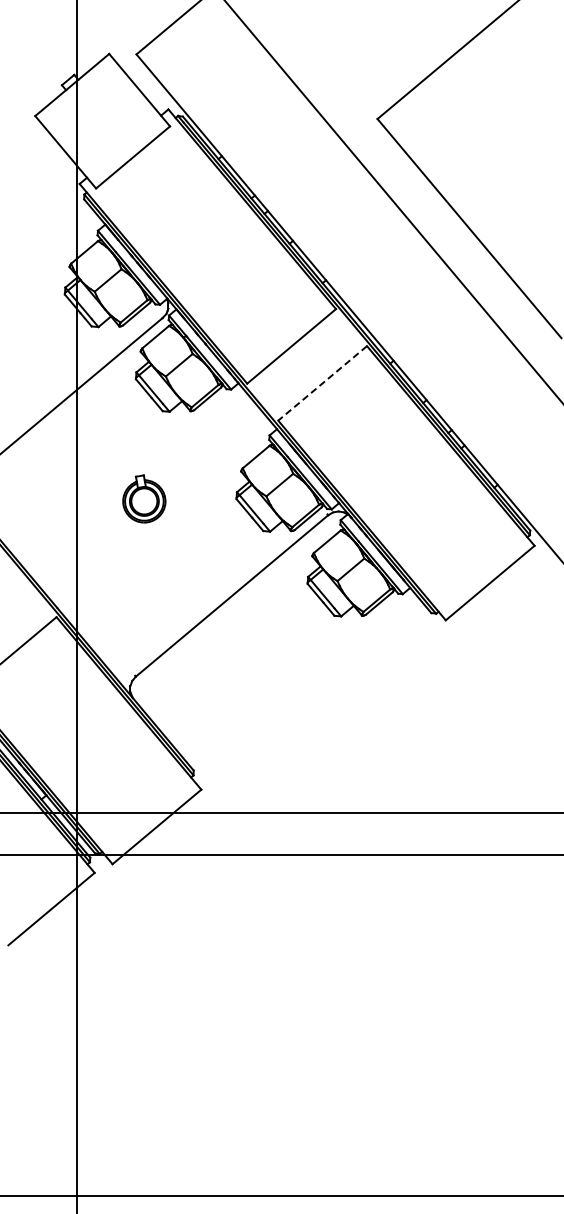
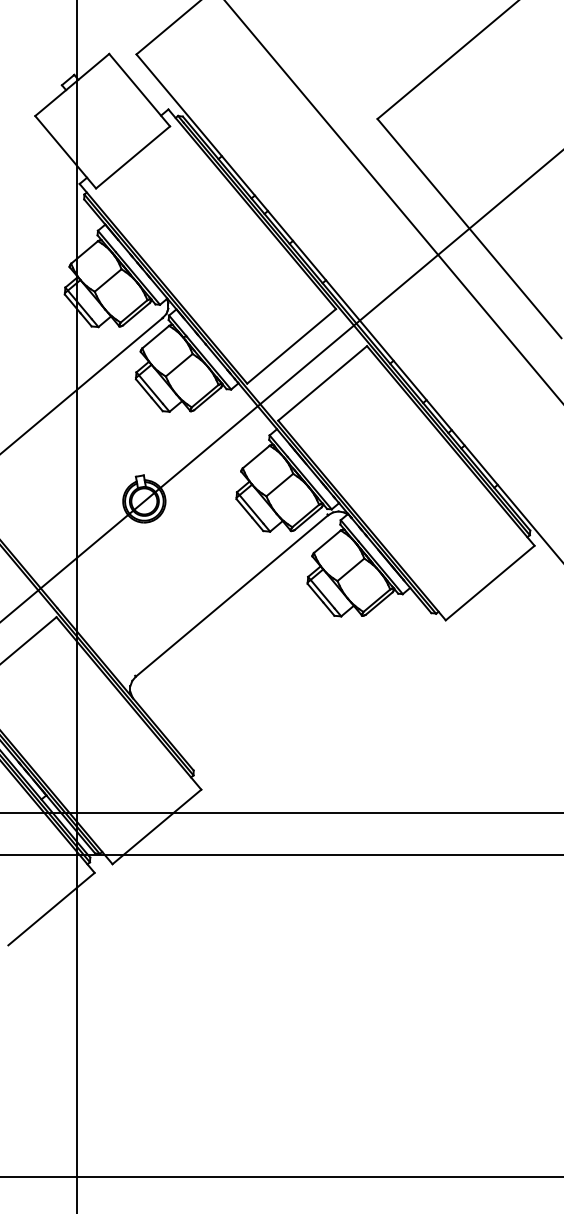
line at (322, 383): dashed -> solid
line at (281, 385): none -> present
line at (281, 1195) position: (281, 1195) -> (281, 1176)
